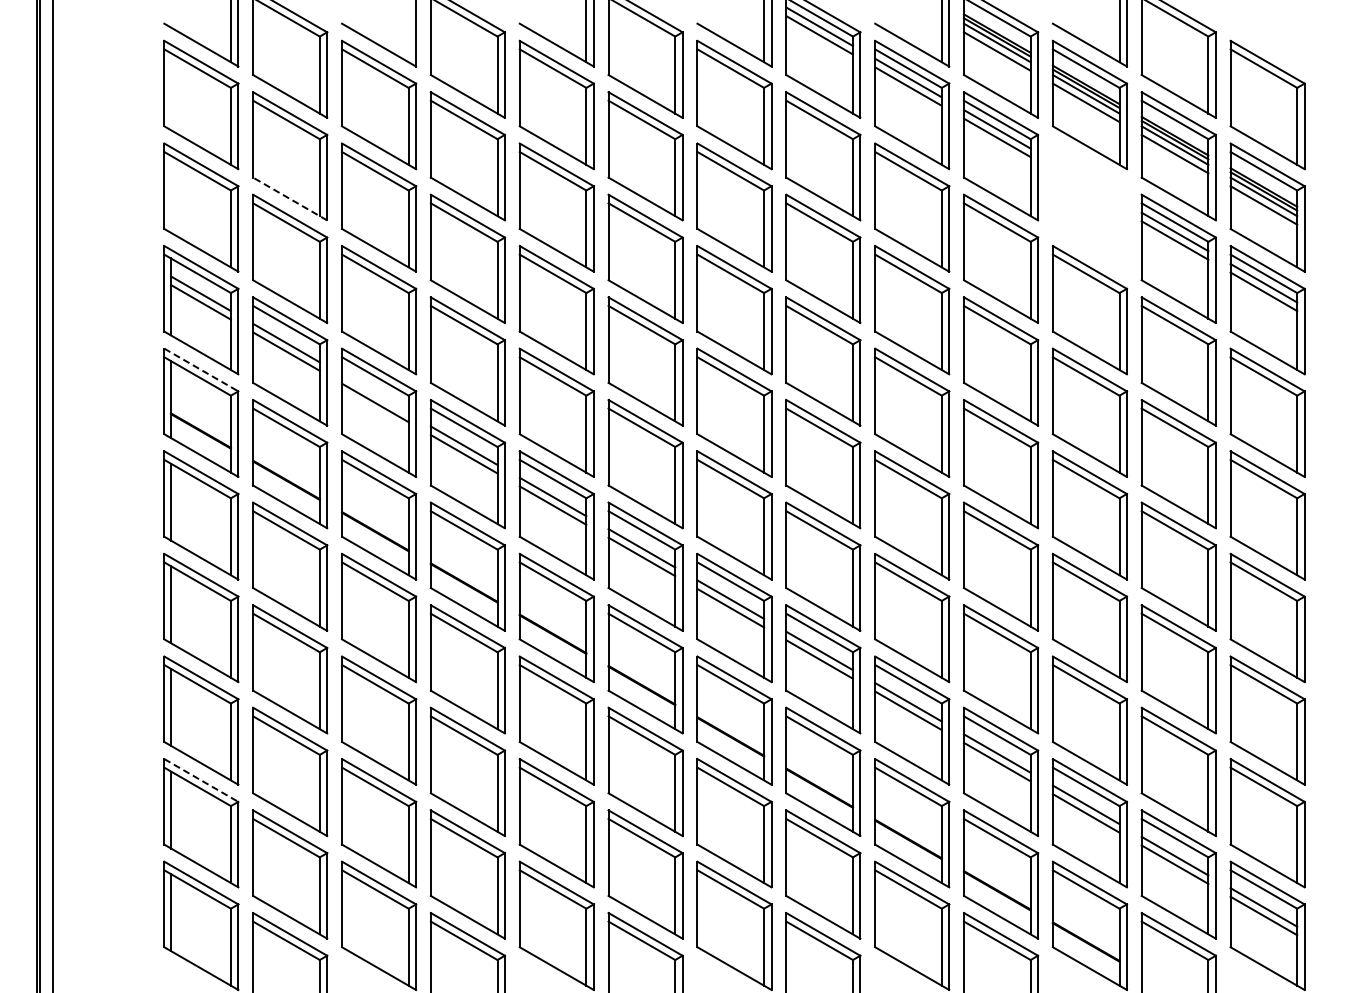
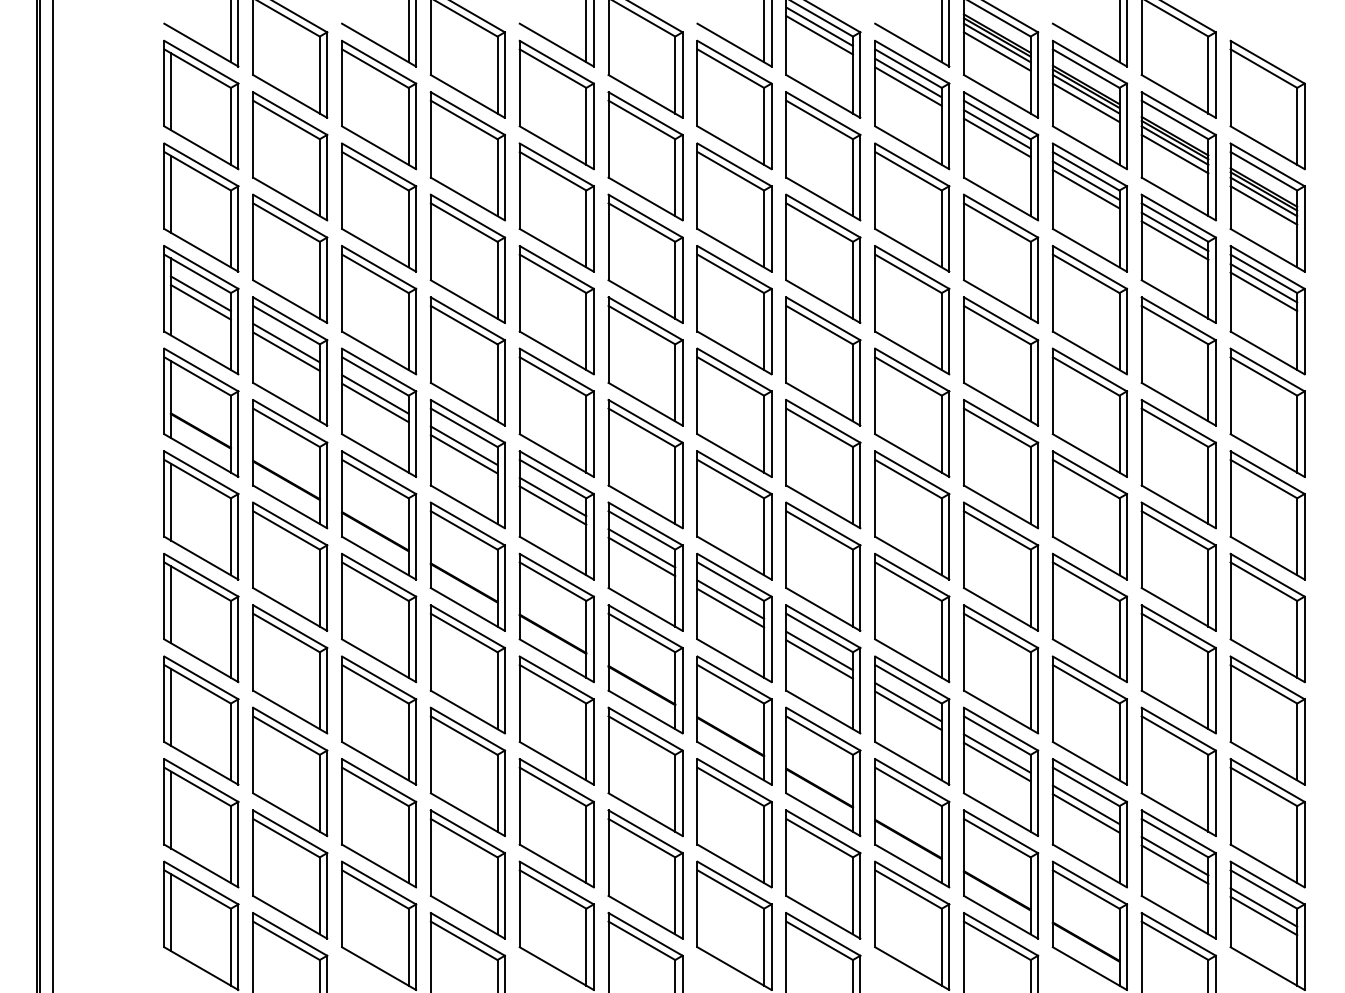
line at (408, 32): none -> present
line at (170, 91): none -> present
line at (170, 193): none -> present
line at (290, 199): dashed -> solid
part at (1089, 207): none -> present
line at (201, 370): dashed -> solid
line at (375, 394): none -> present
line at (201, 780): dashed -> solid
